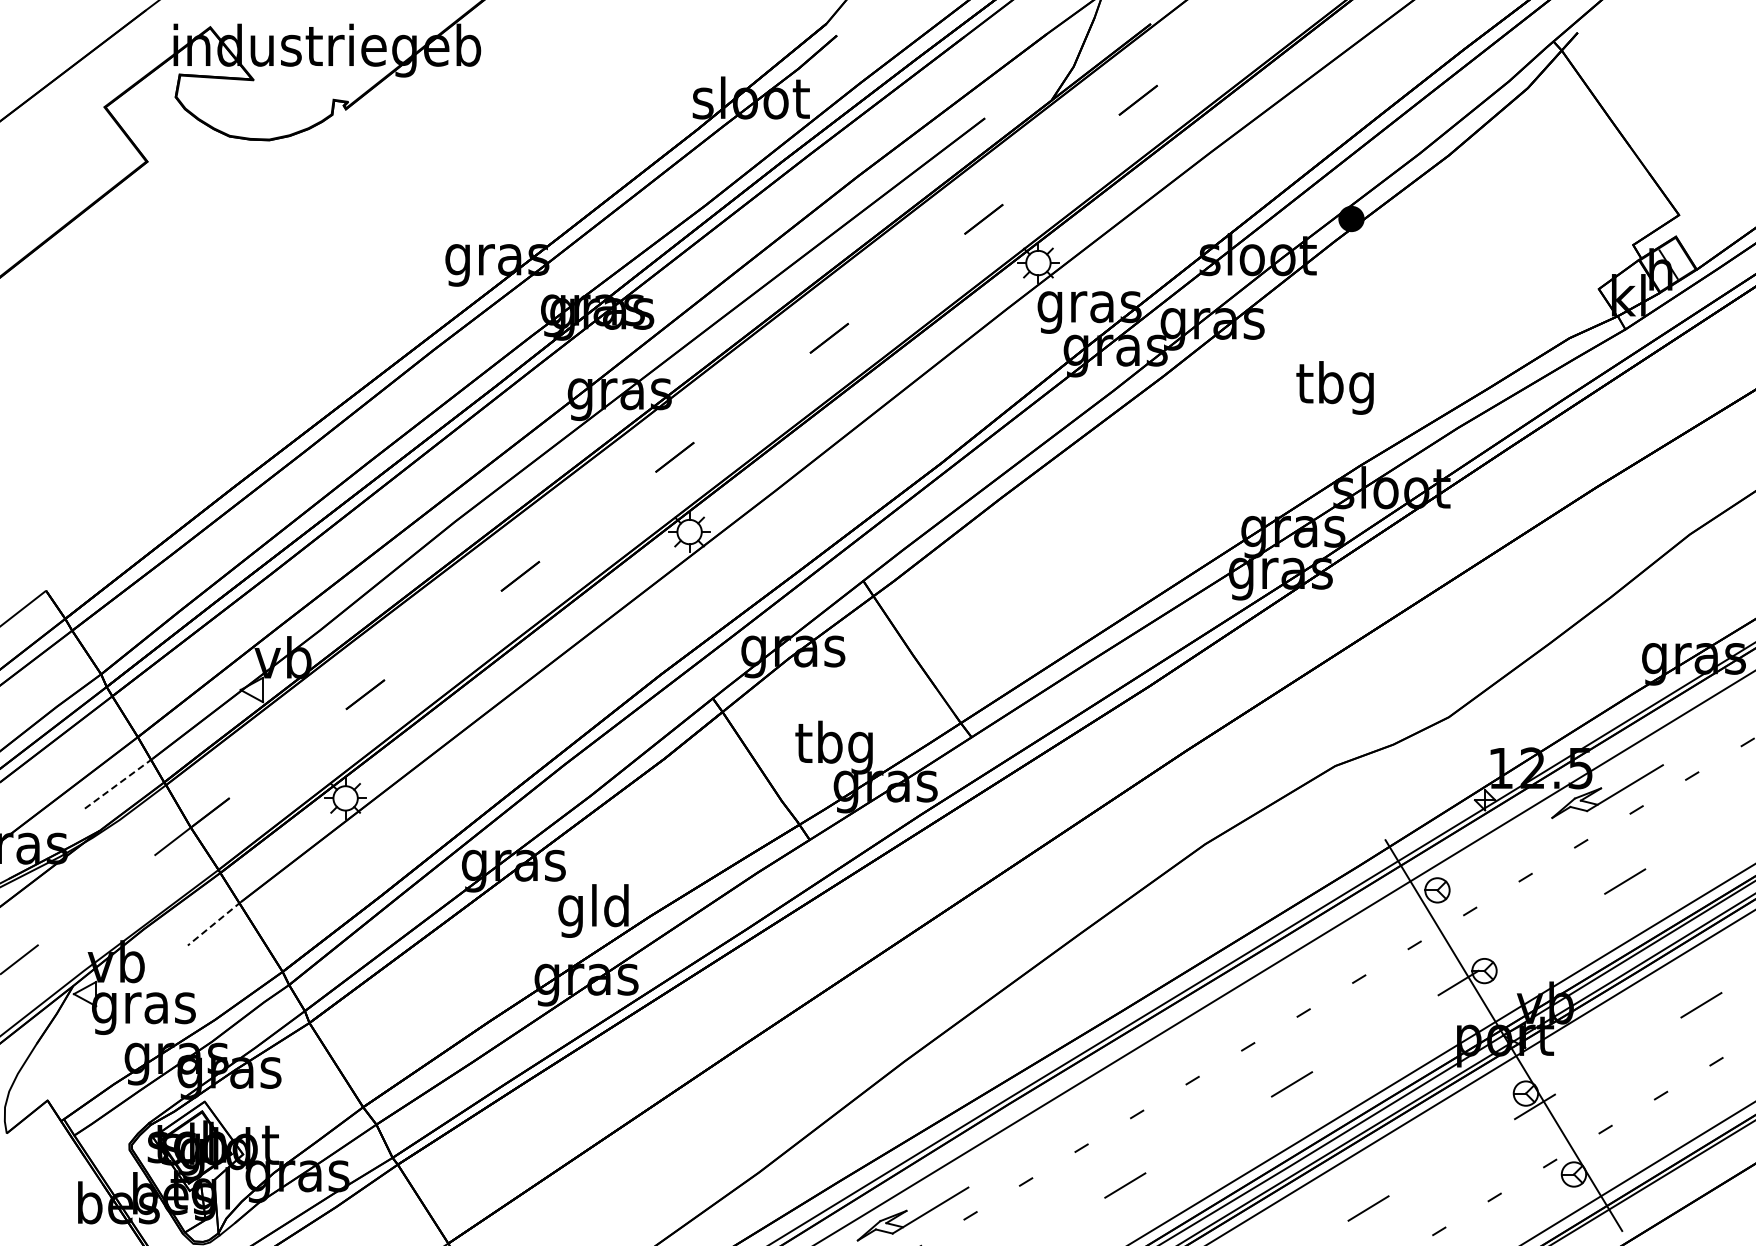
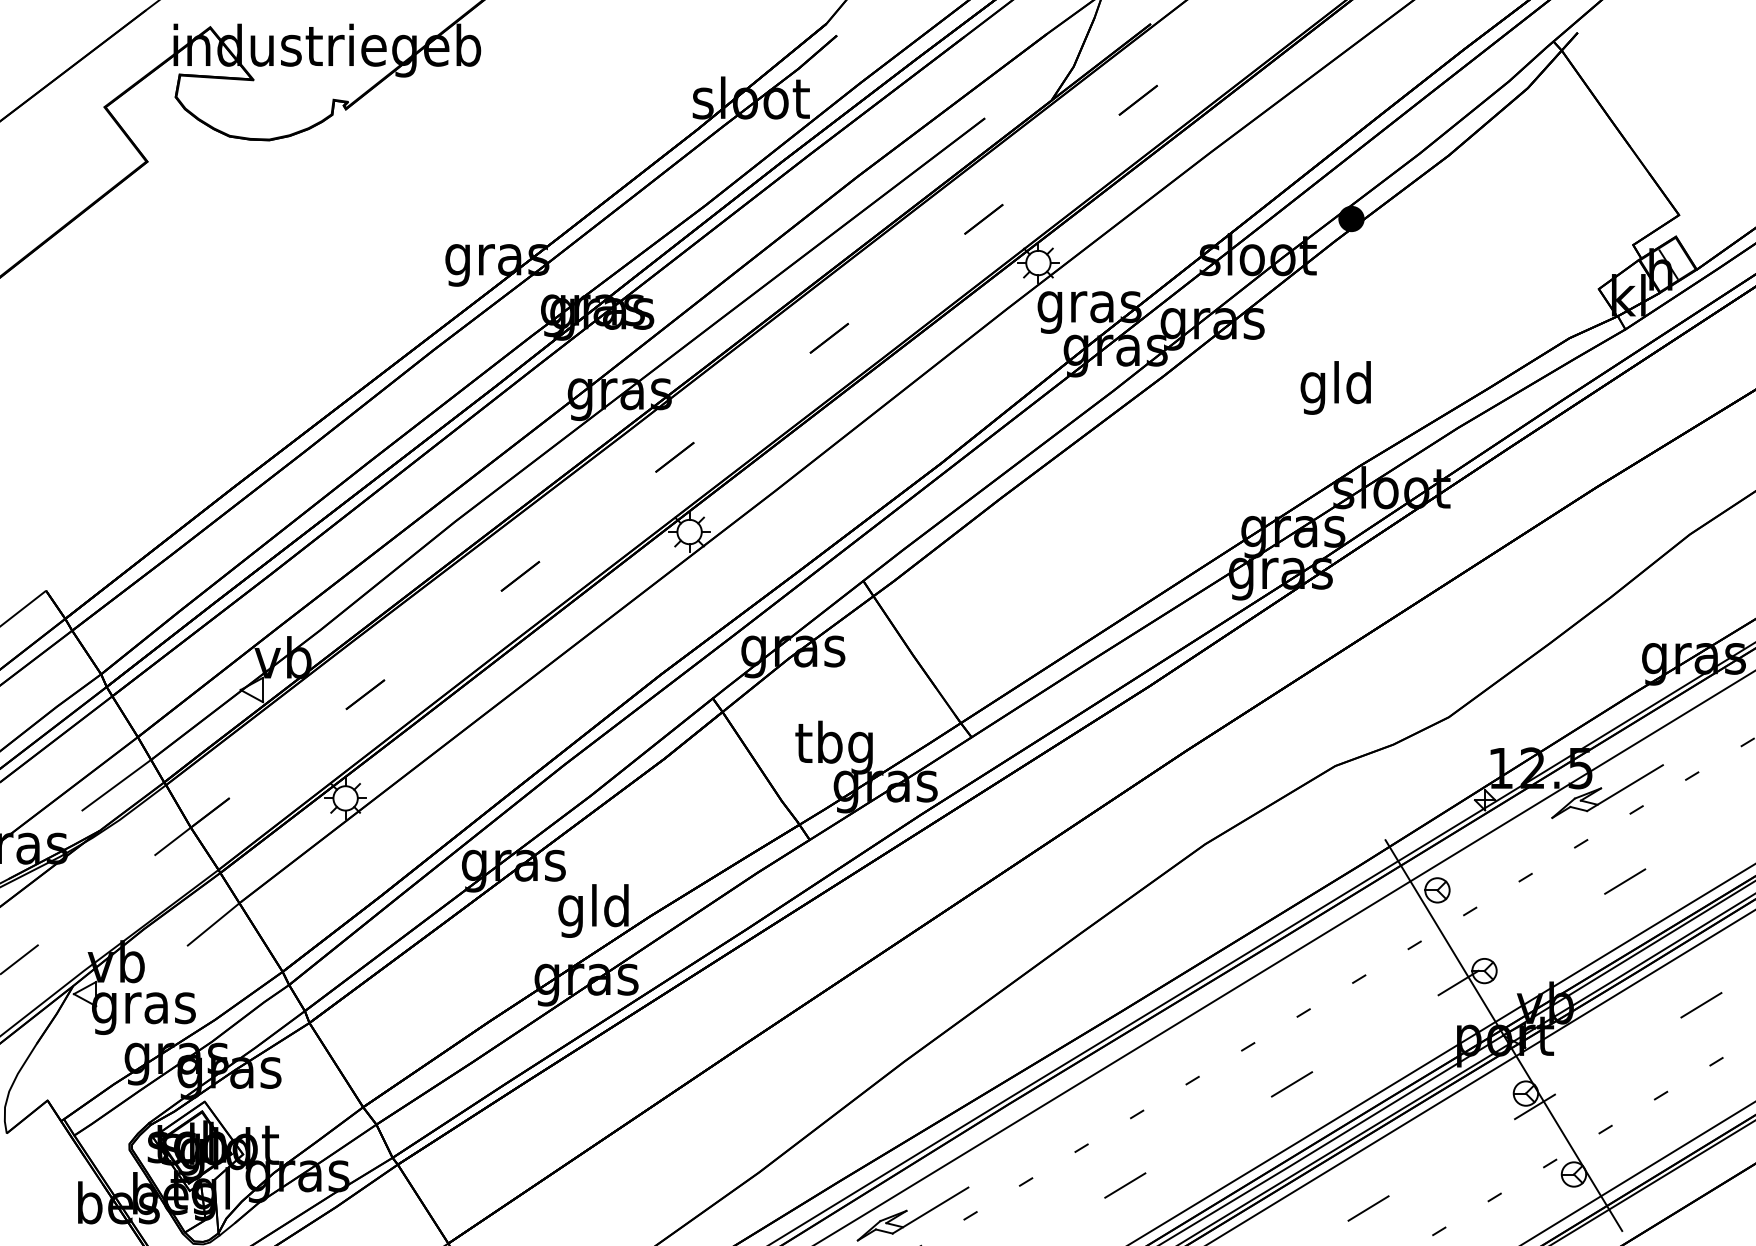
text at (1334, 387): tbg -> gld
line at (117, 784): dashed -> solid
line at (214, 924): dashed -> solid
